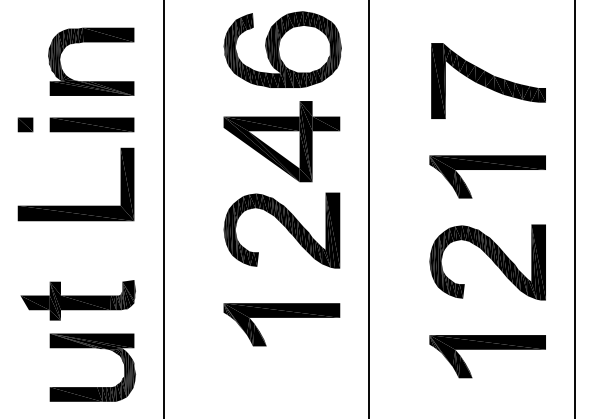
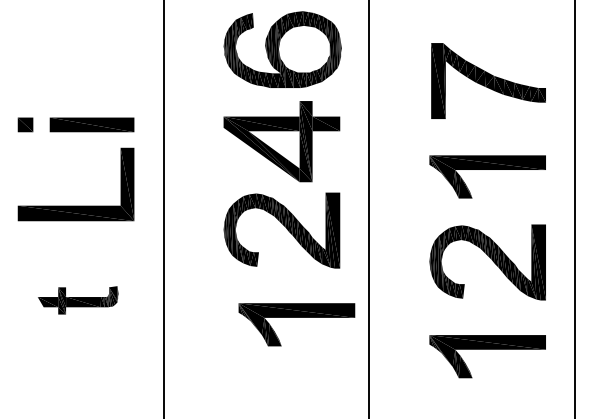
part at (91, 42): present -> none
part at (77, 300) size: 116x41 px -> 81x29 px
part at (281, 317) position: (281, 317) -> (296, 317)
part at (92, 348): present -> none
